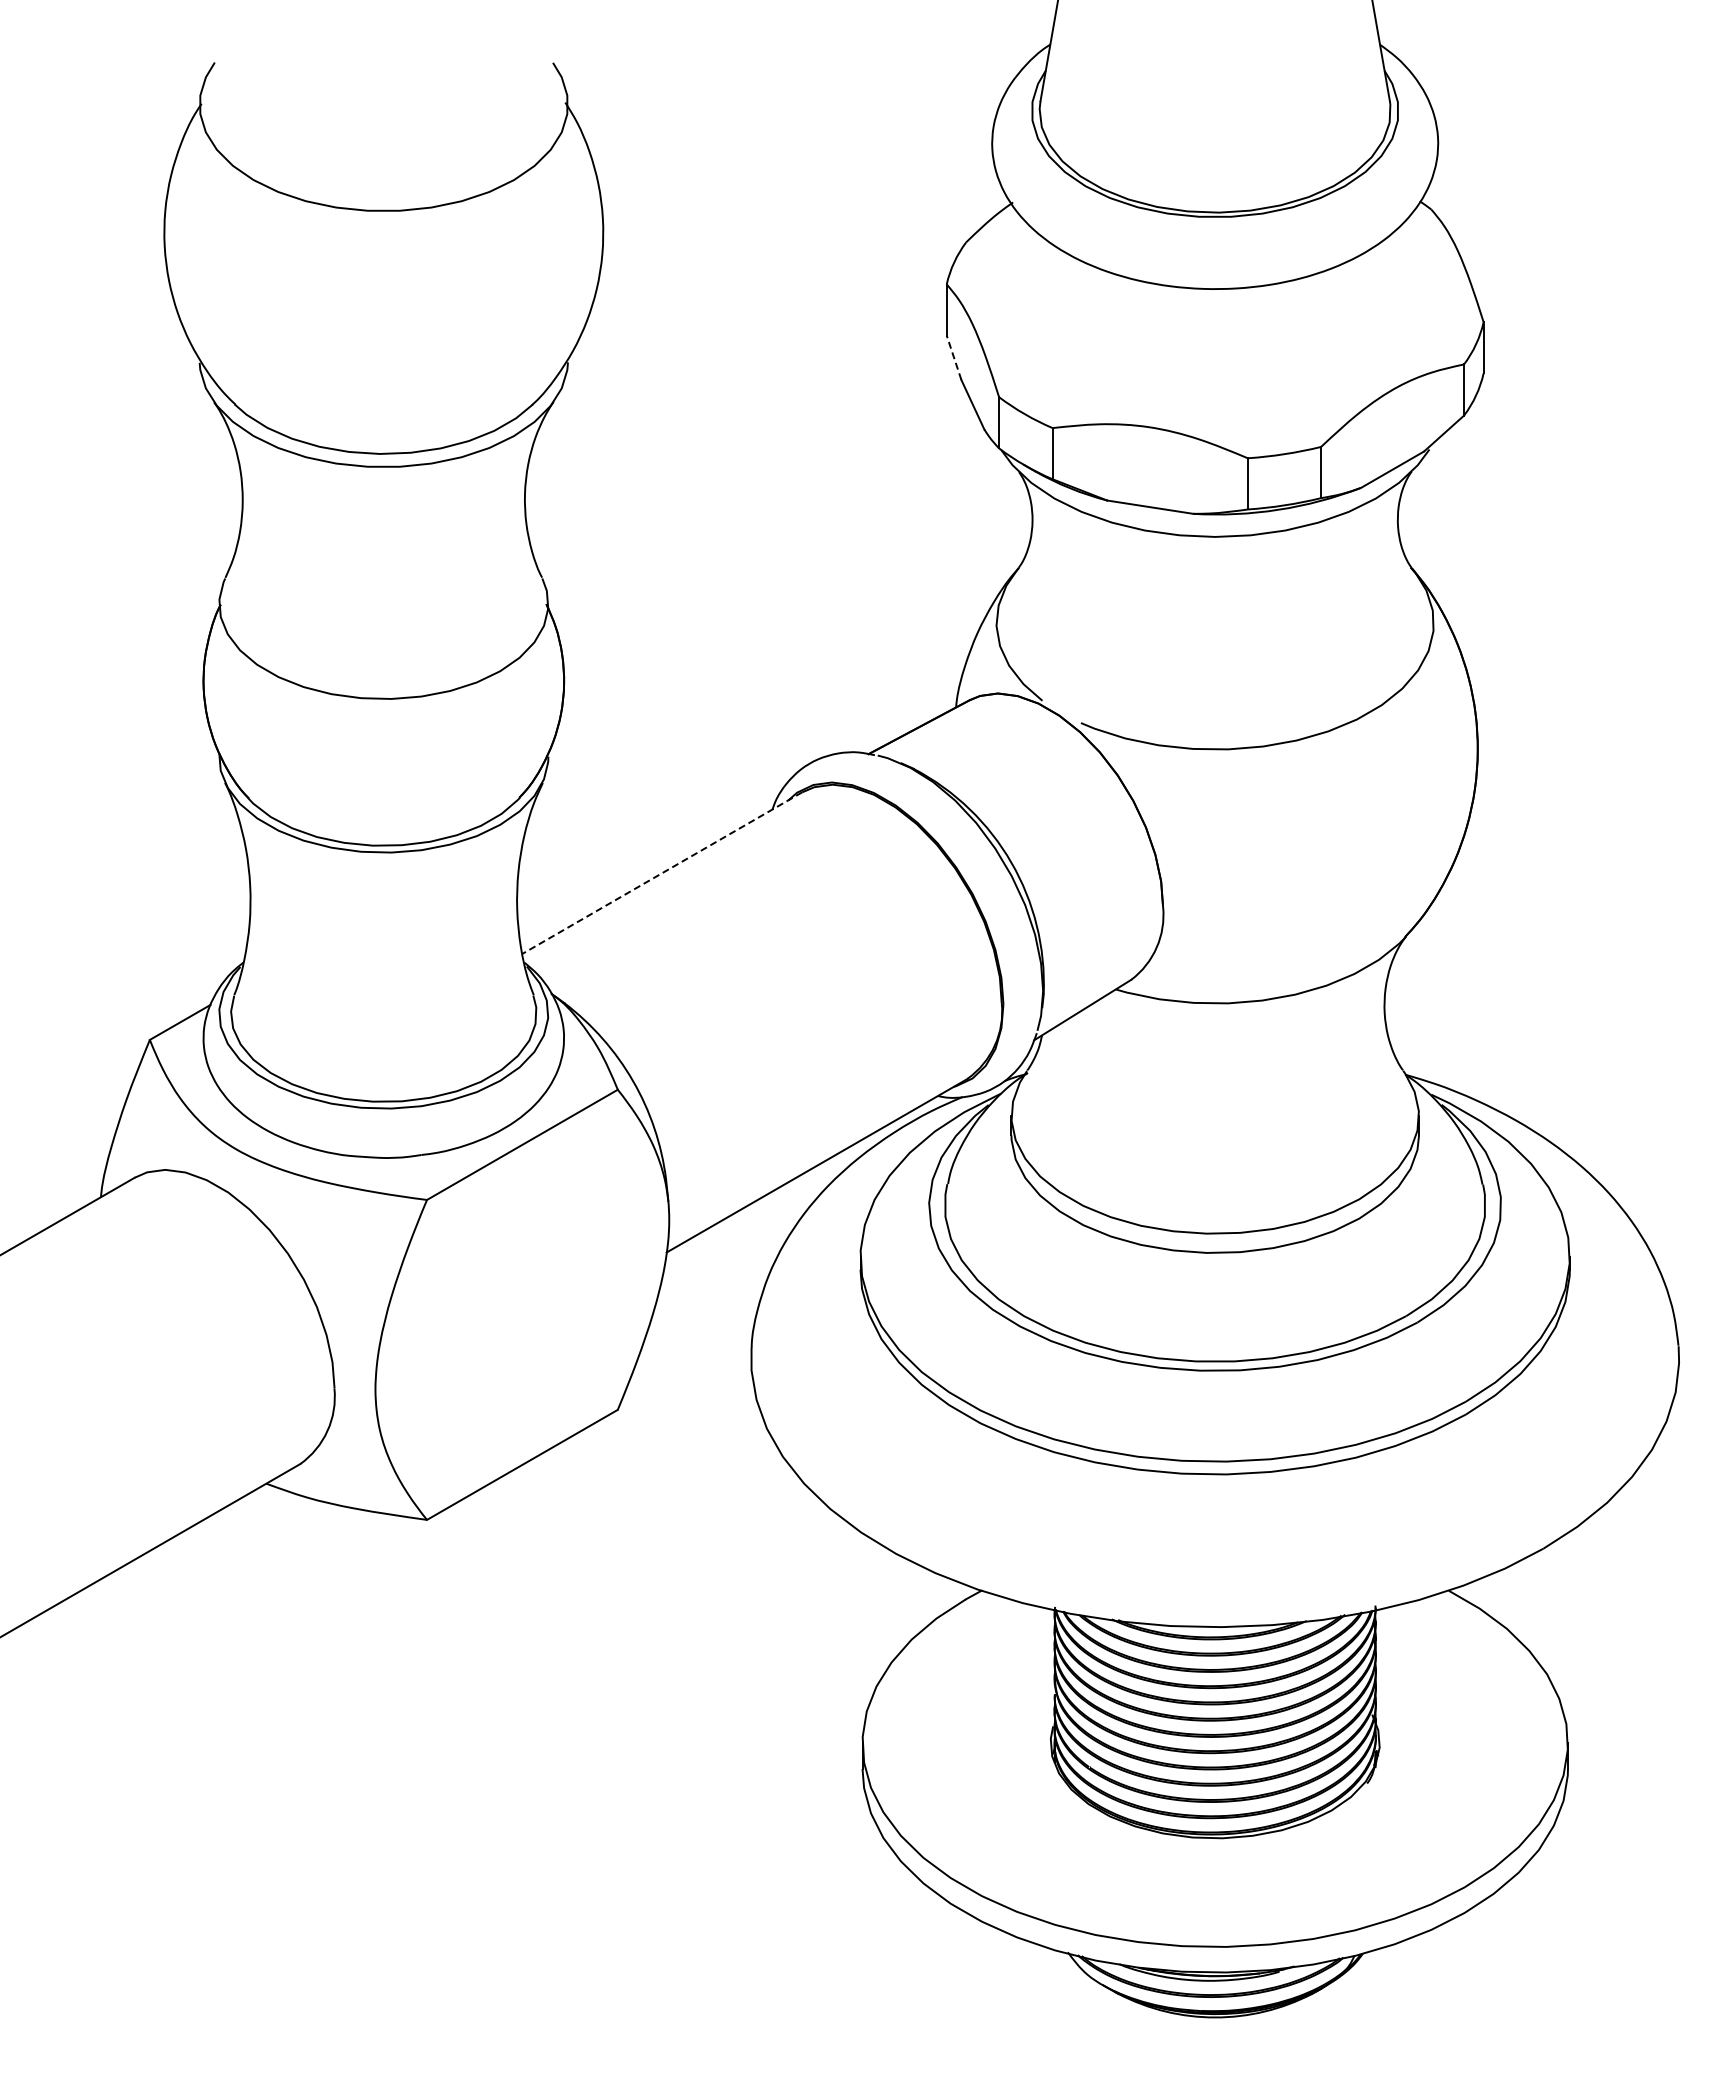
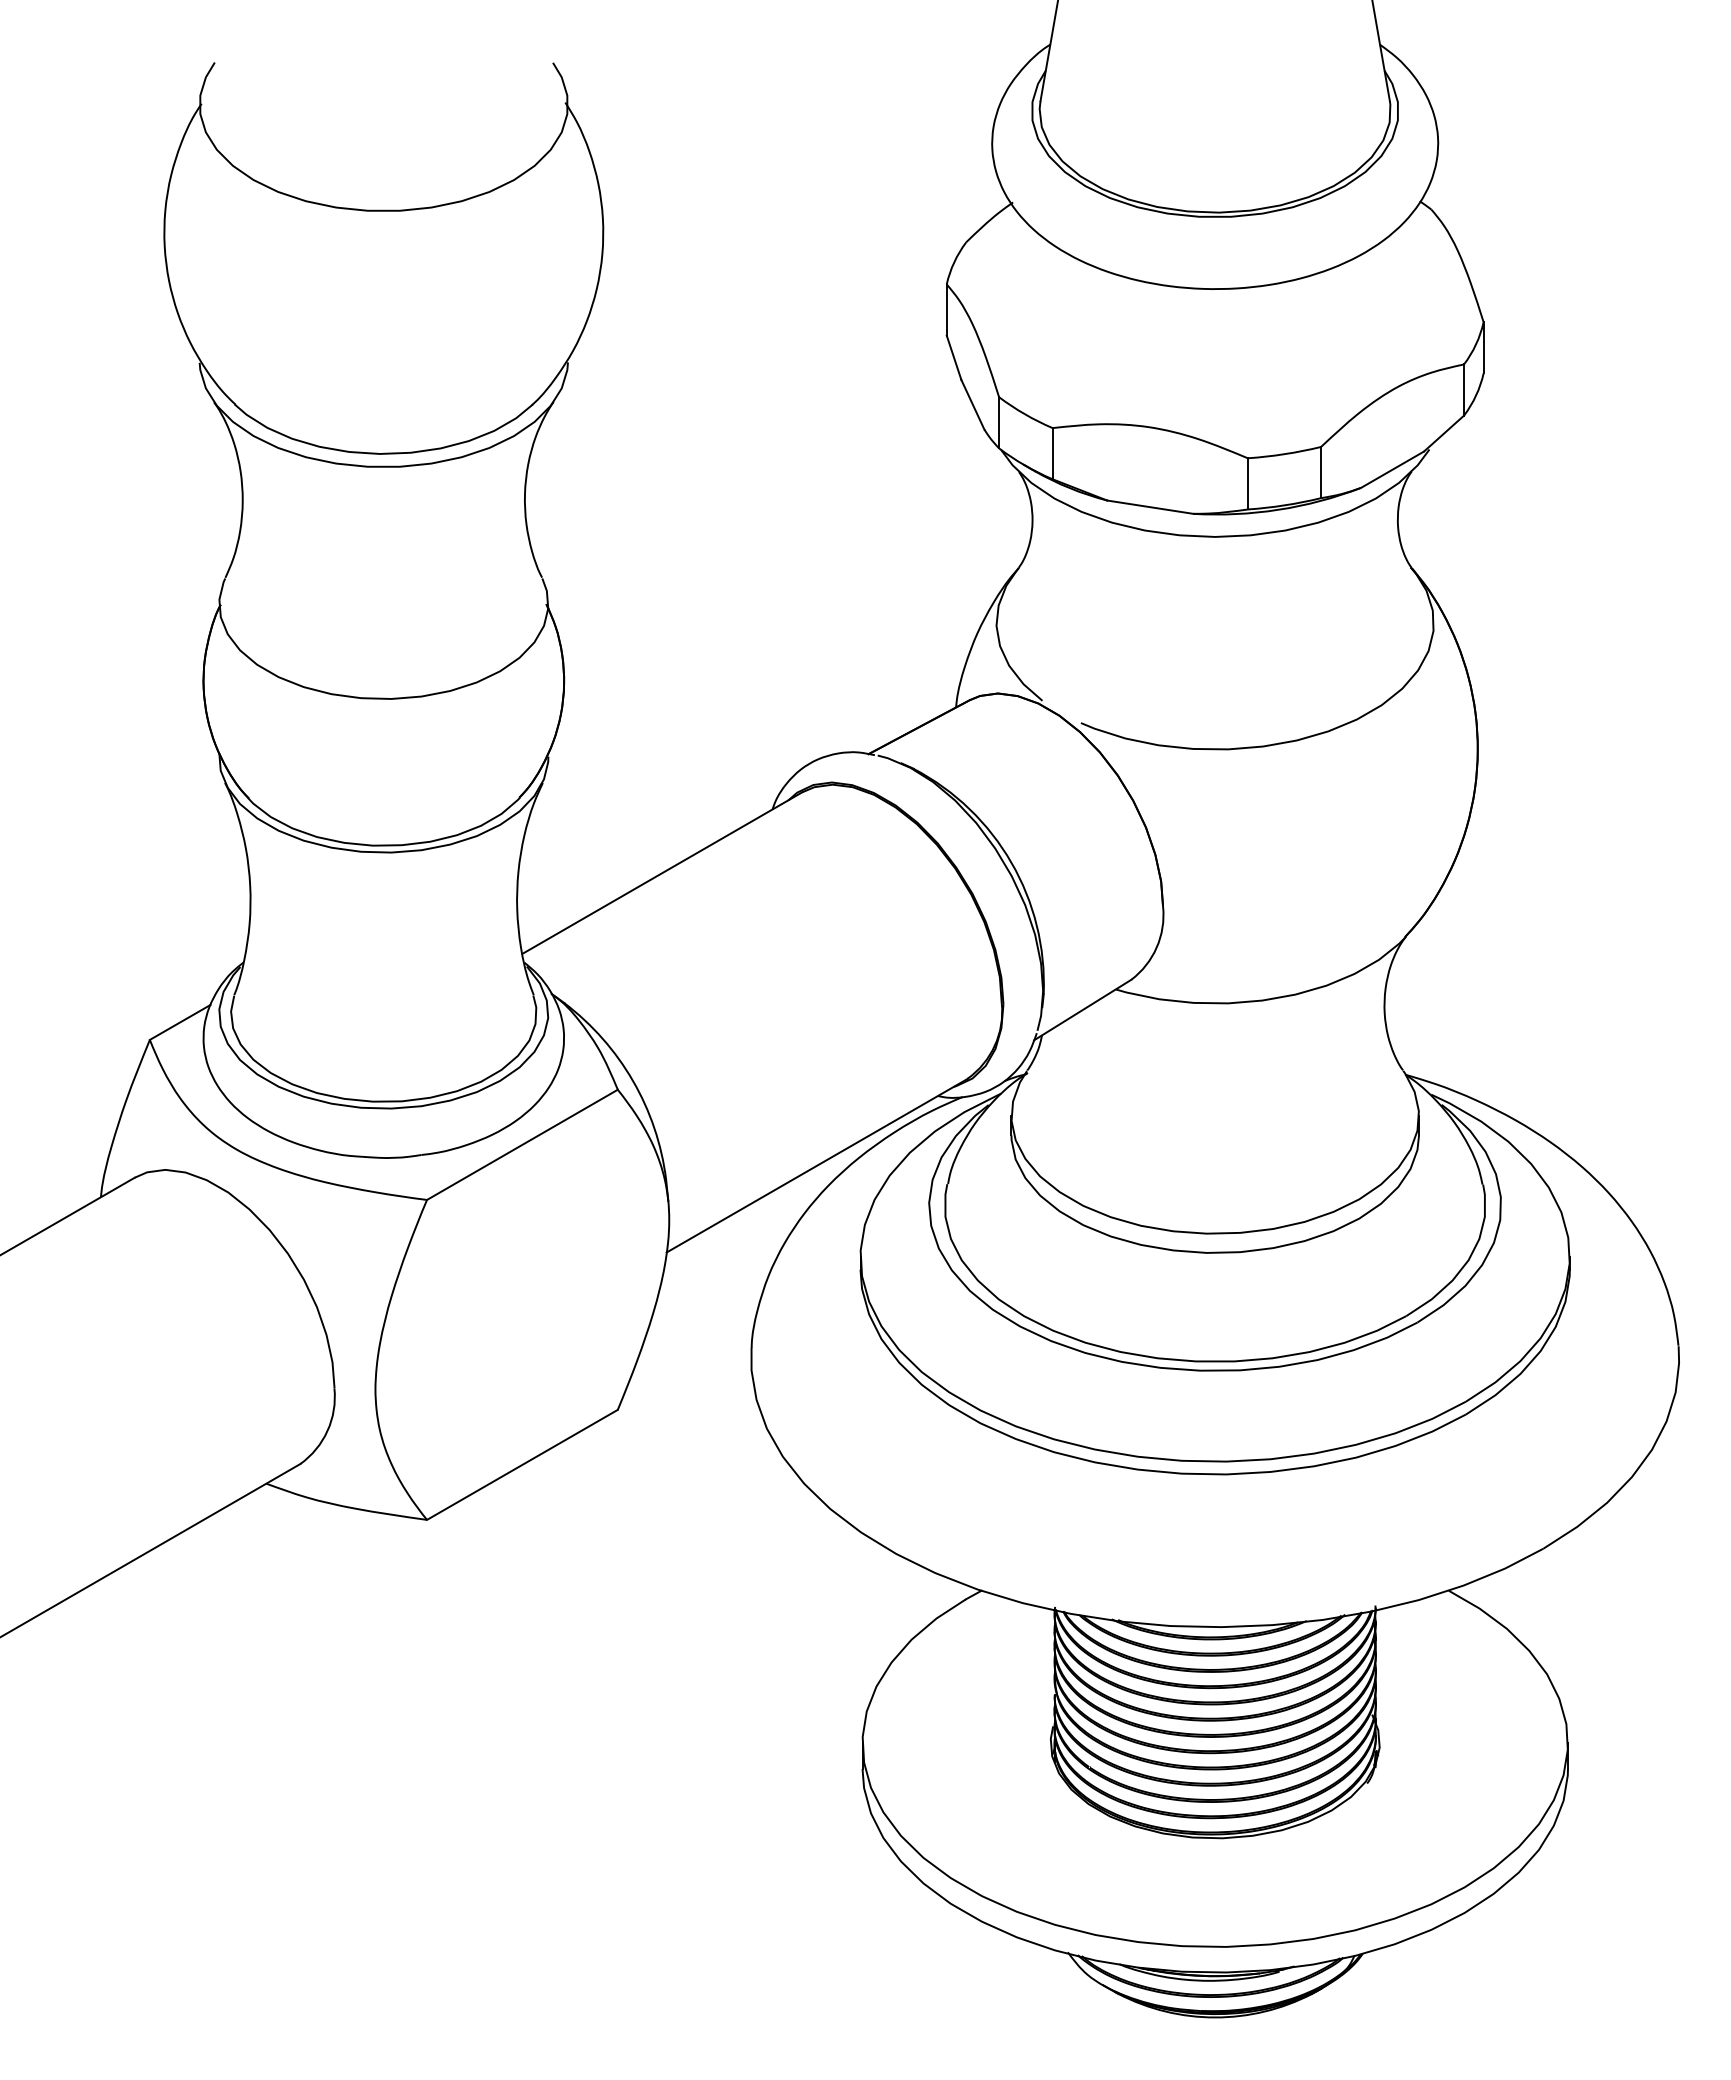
line at (953, 357): dashed -> solid
line at (661, 873): dashed -> solid
